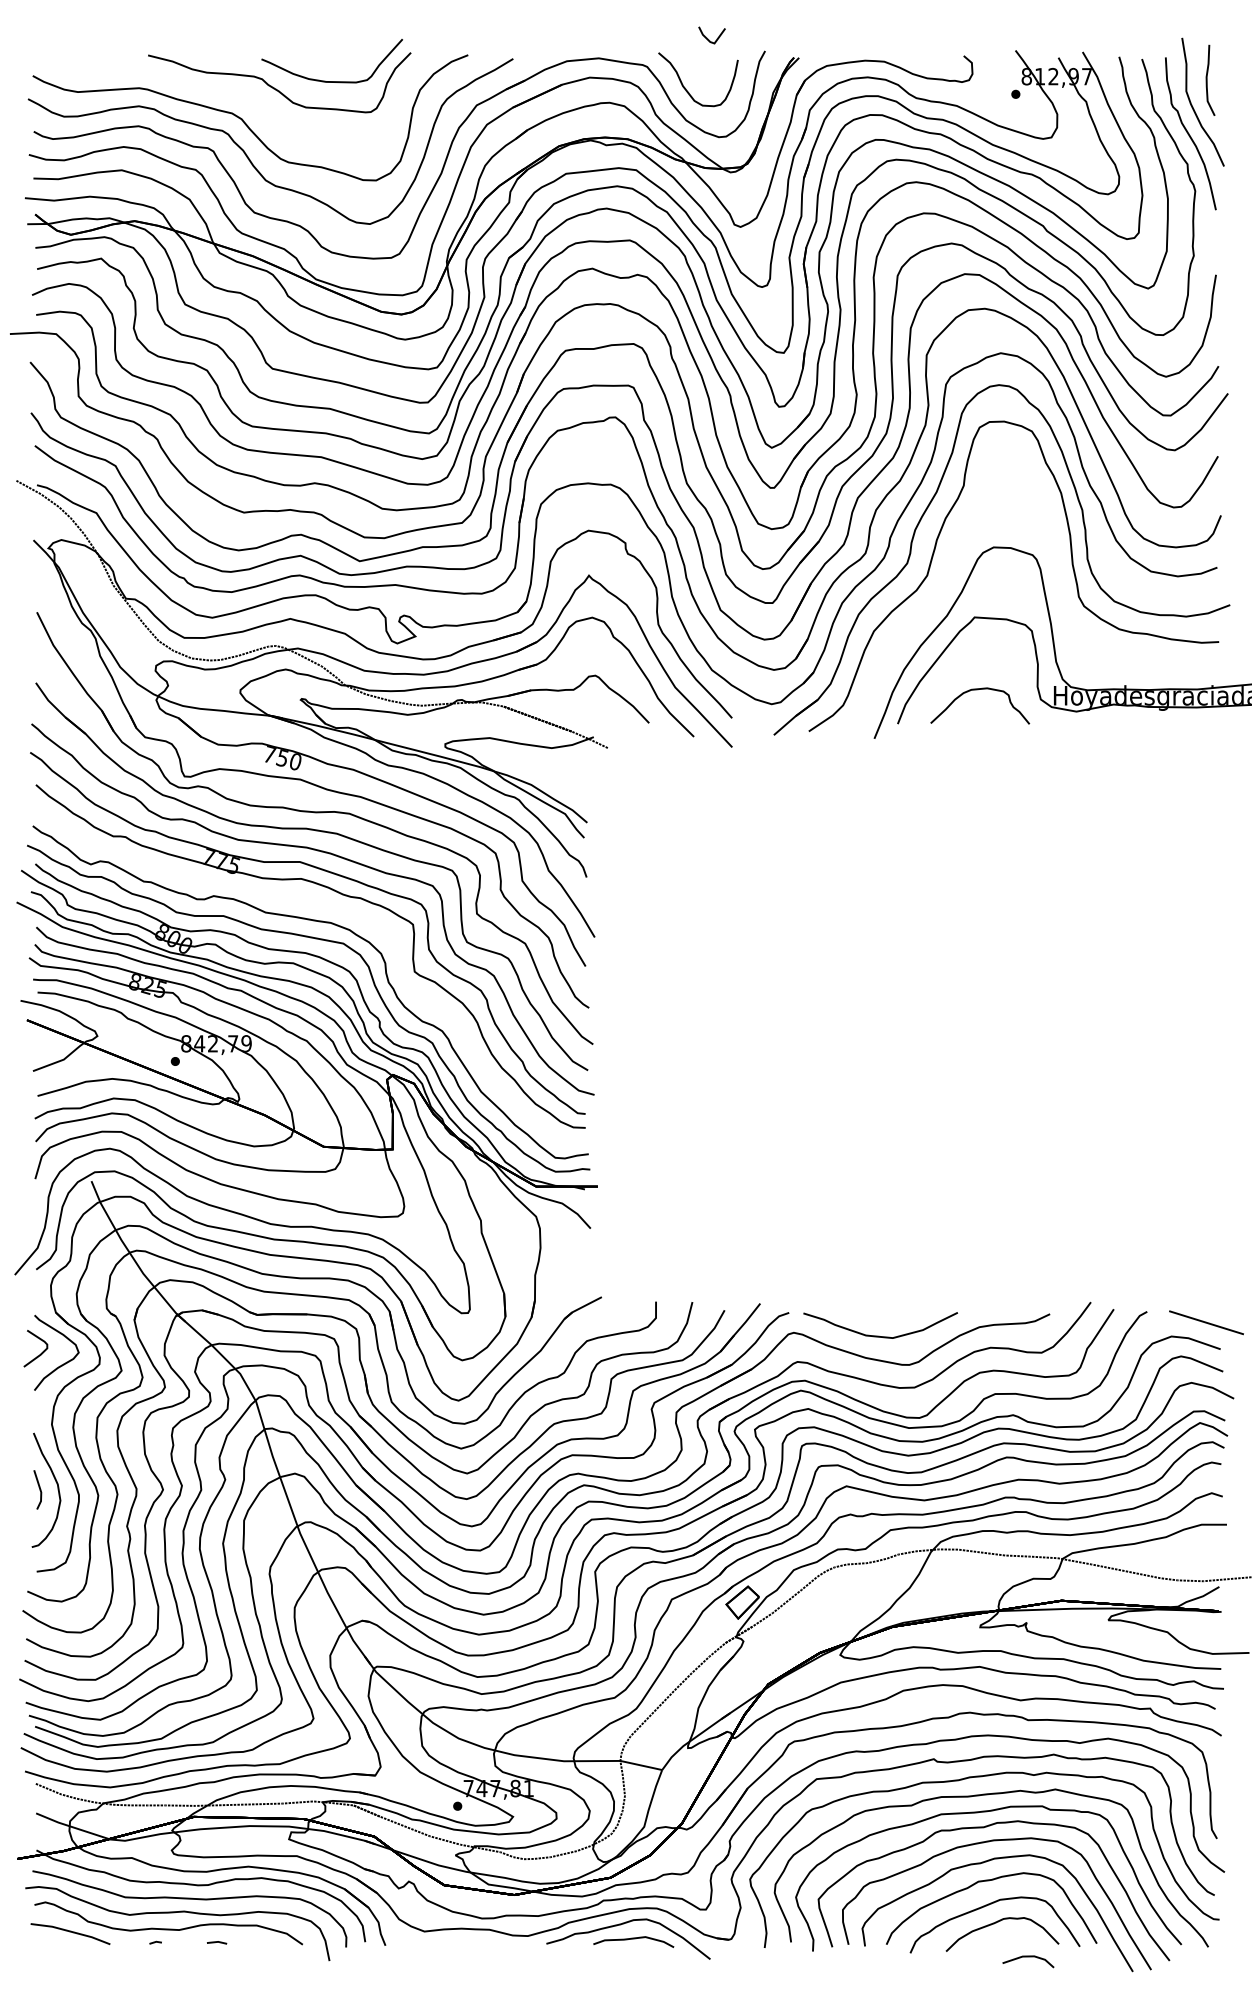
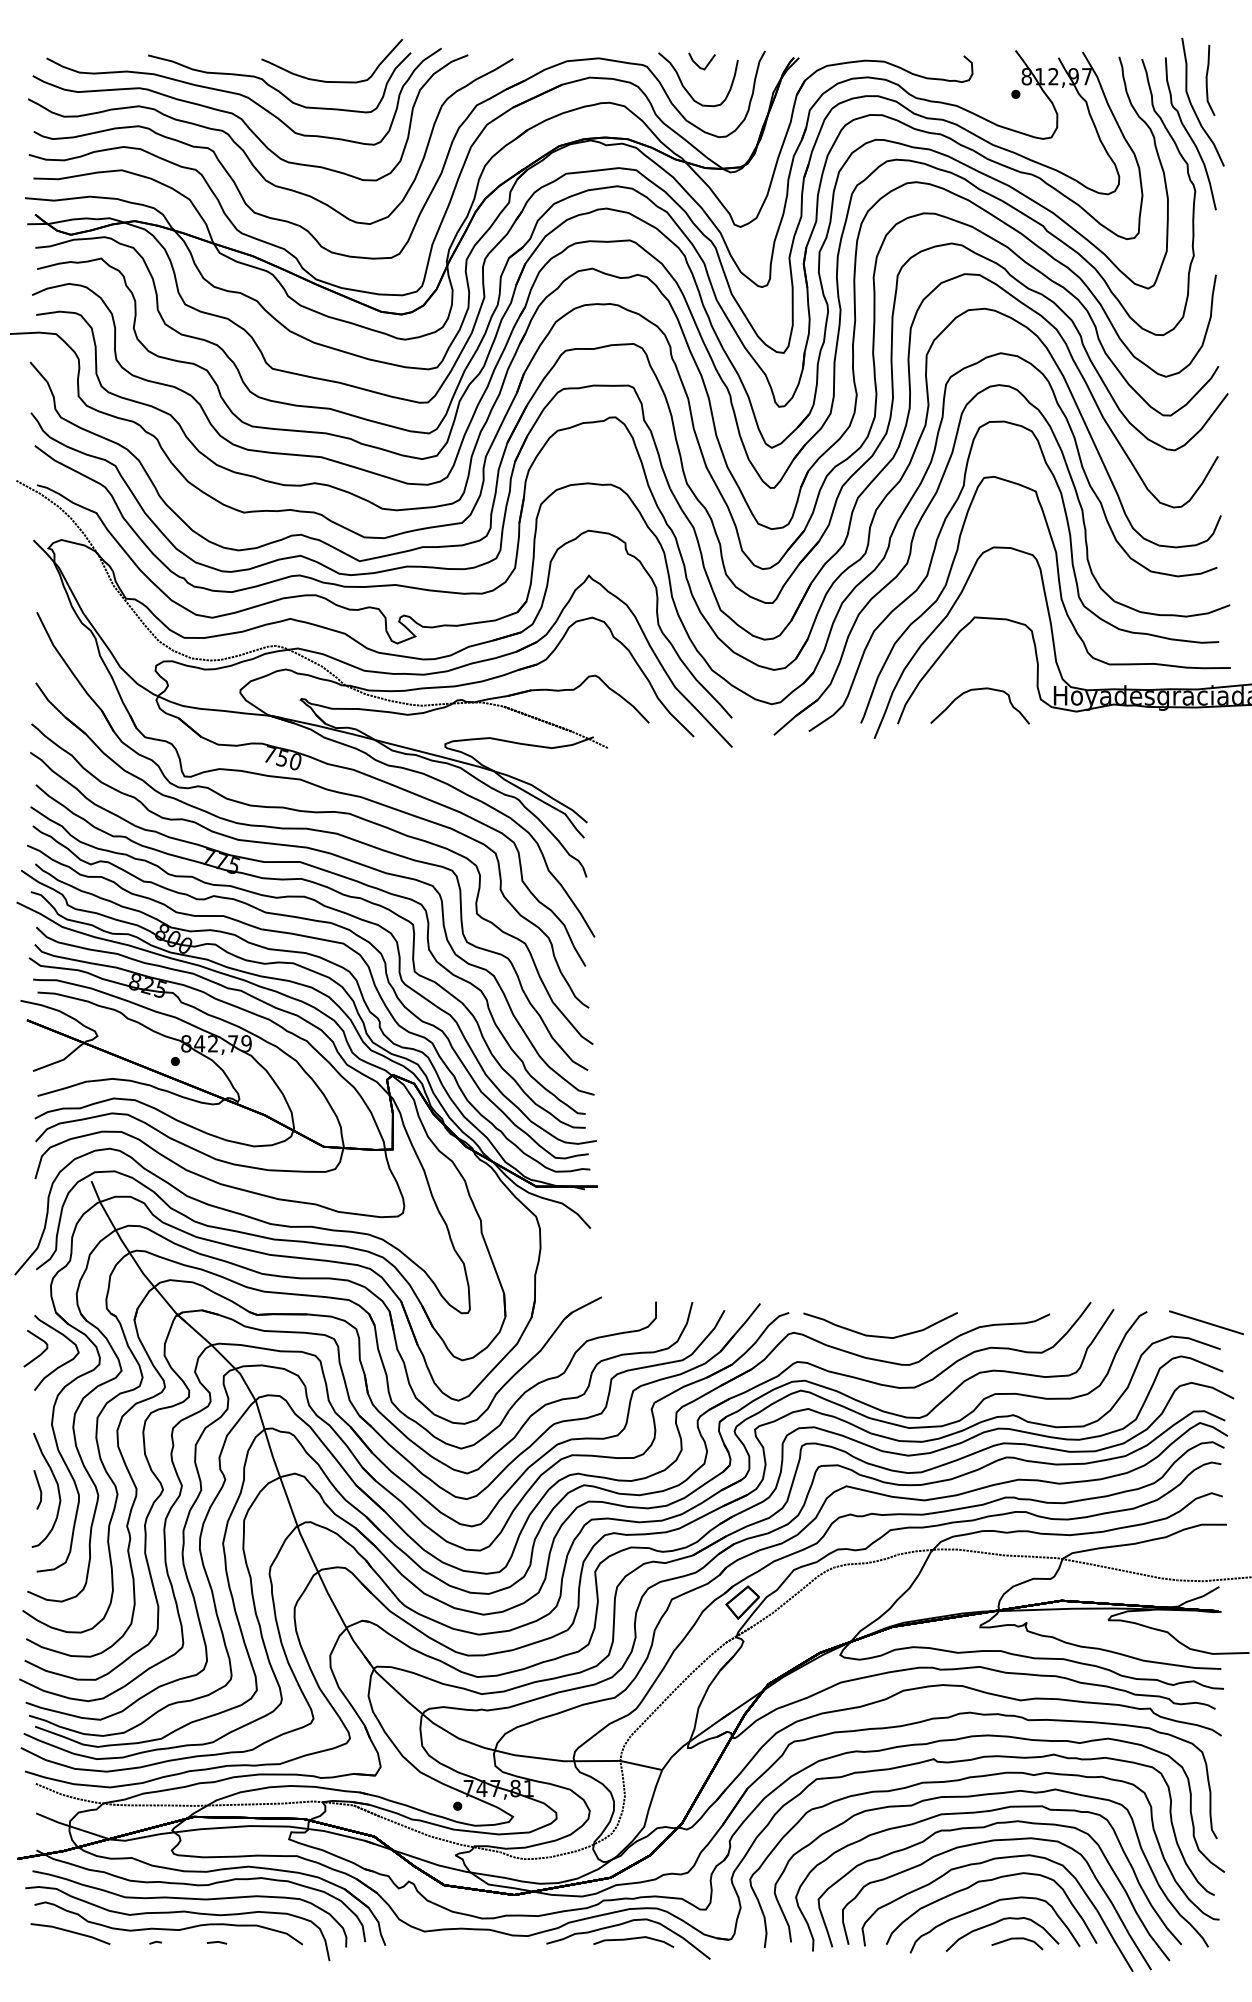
part at (711, 35) position: (711, 35) -> (701, 61)
part at (243, 96): none -> present
part at (1060, 599): none -> present
part at (339, 912): none -> present
part at (1028, 1961) position: (1028, 1961) -> (1017, 1943)
